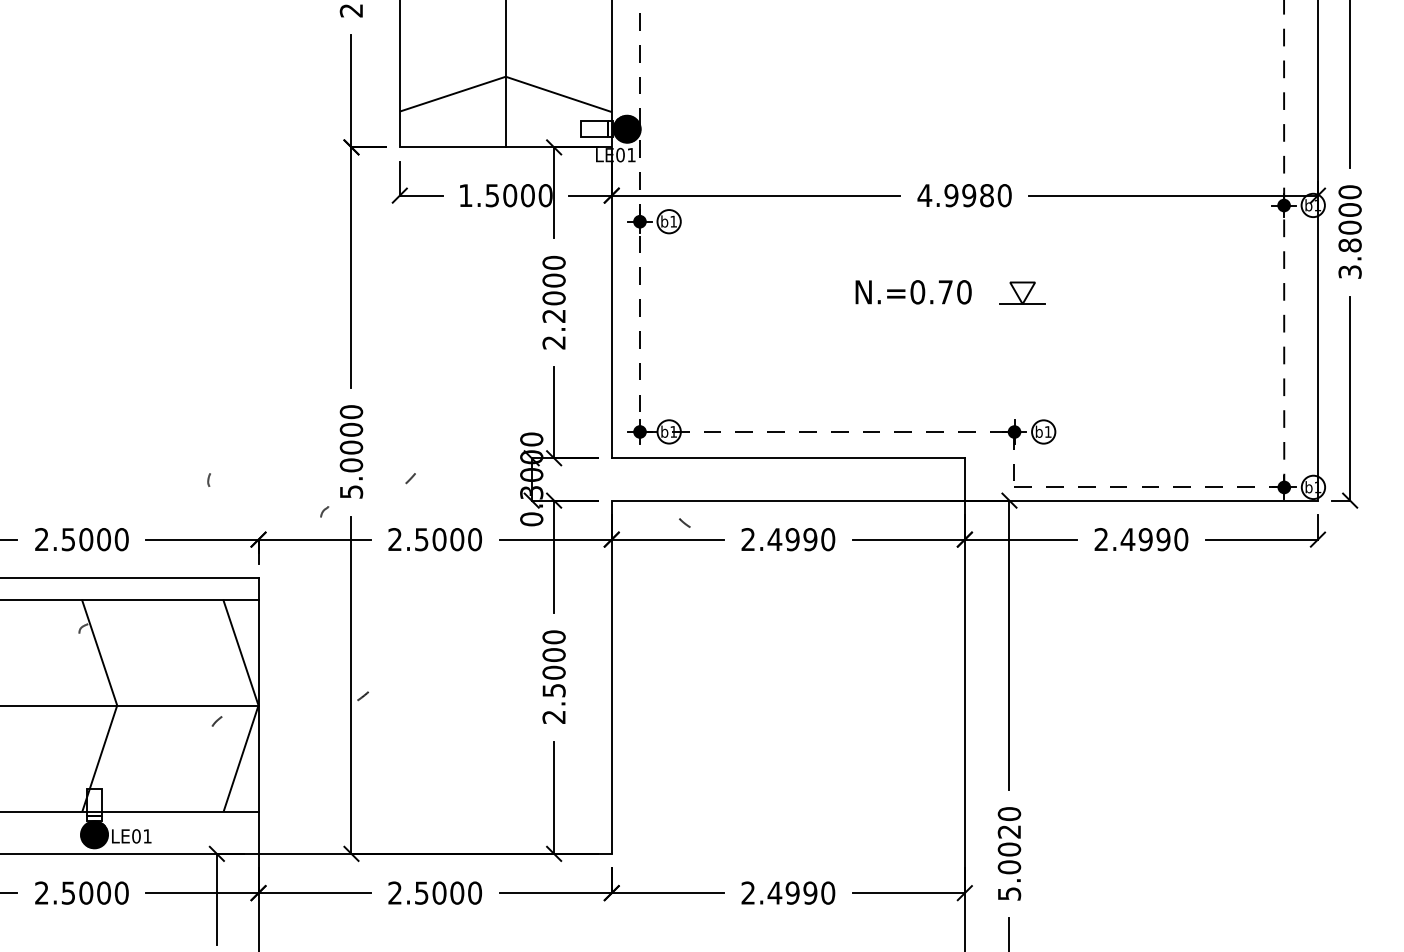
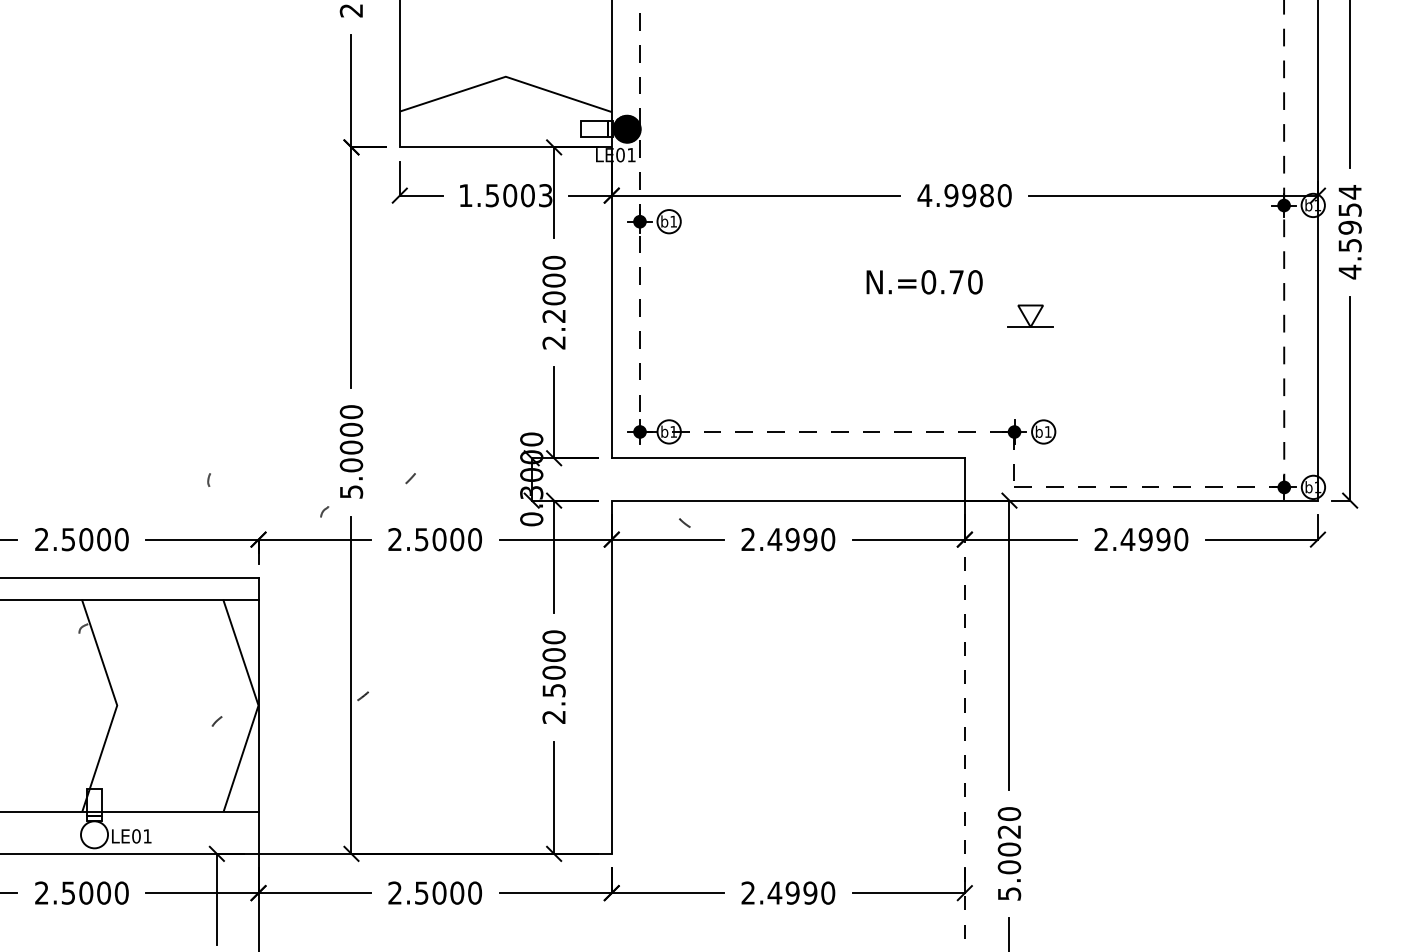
line at (505, 74): present -> none
text at (545, 195): 1.5000 -> 1.5003
text at (1349, 232): 3.8000 -> 4.5954
text at (913, 292) position: (913, 292) -> (924, 282)
part at (1022, 292) position: (1022, 292) -> (1030, 315)
line at (130, 705): present -> none
line at (964, 726): solid -> dashed
hatch at (93, 834): present -> none
